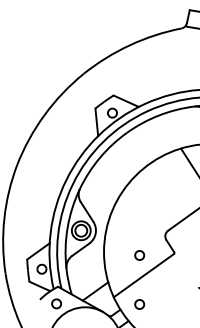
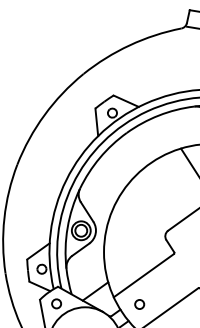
circle at (139, 255): present -> none
line at (171, 306): none -> present
line at (41, 311): none -> present
